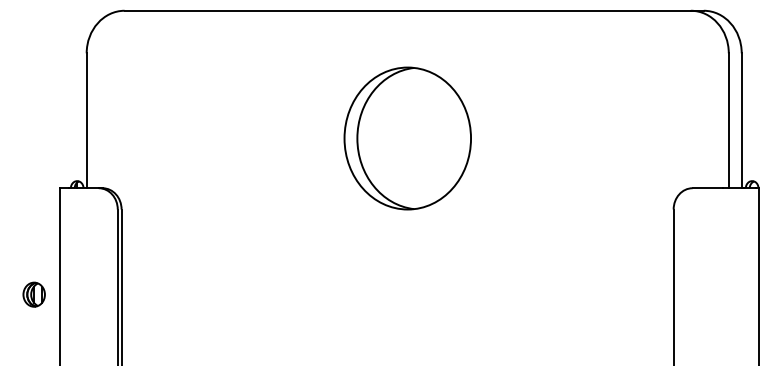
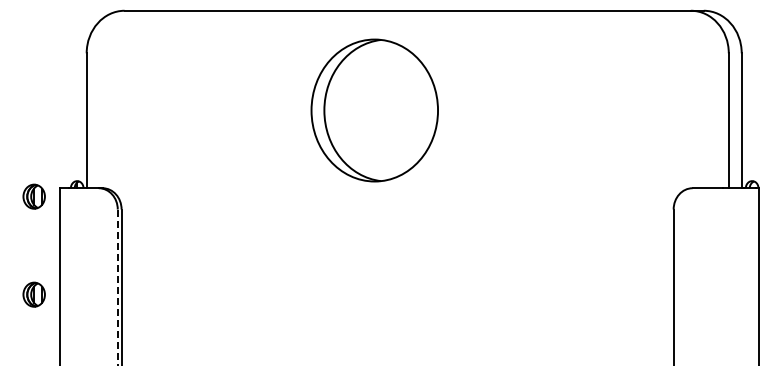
part at (407, 138) position: (407, 138) -> (374, 110)
part at (33, 196): none -> present
line at (117, 287): solid -> dashed
